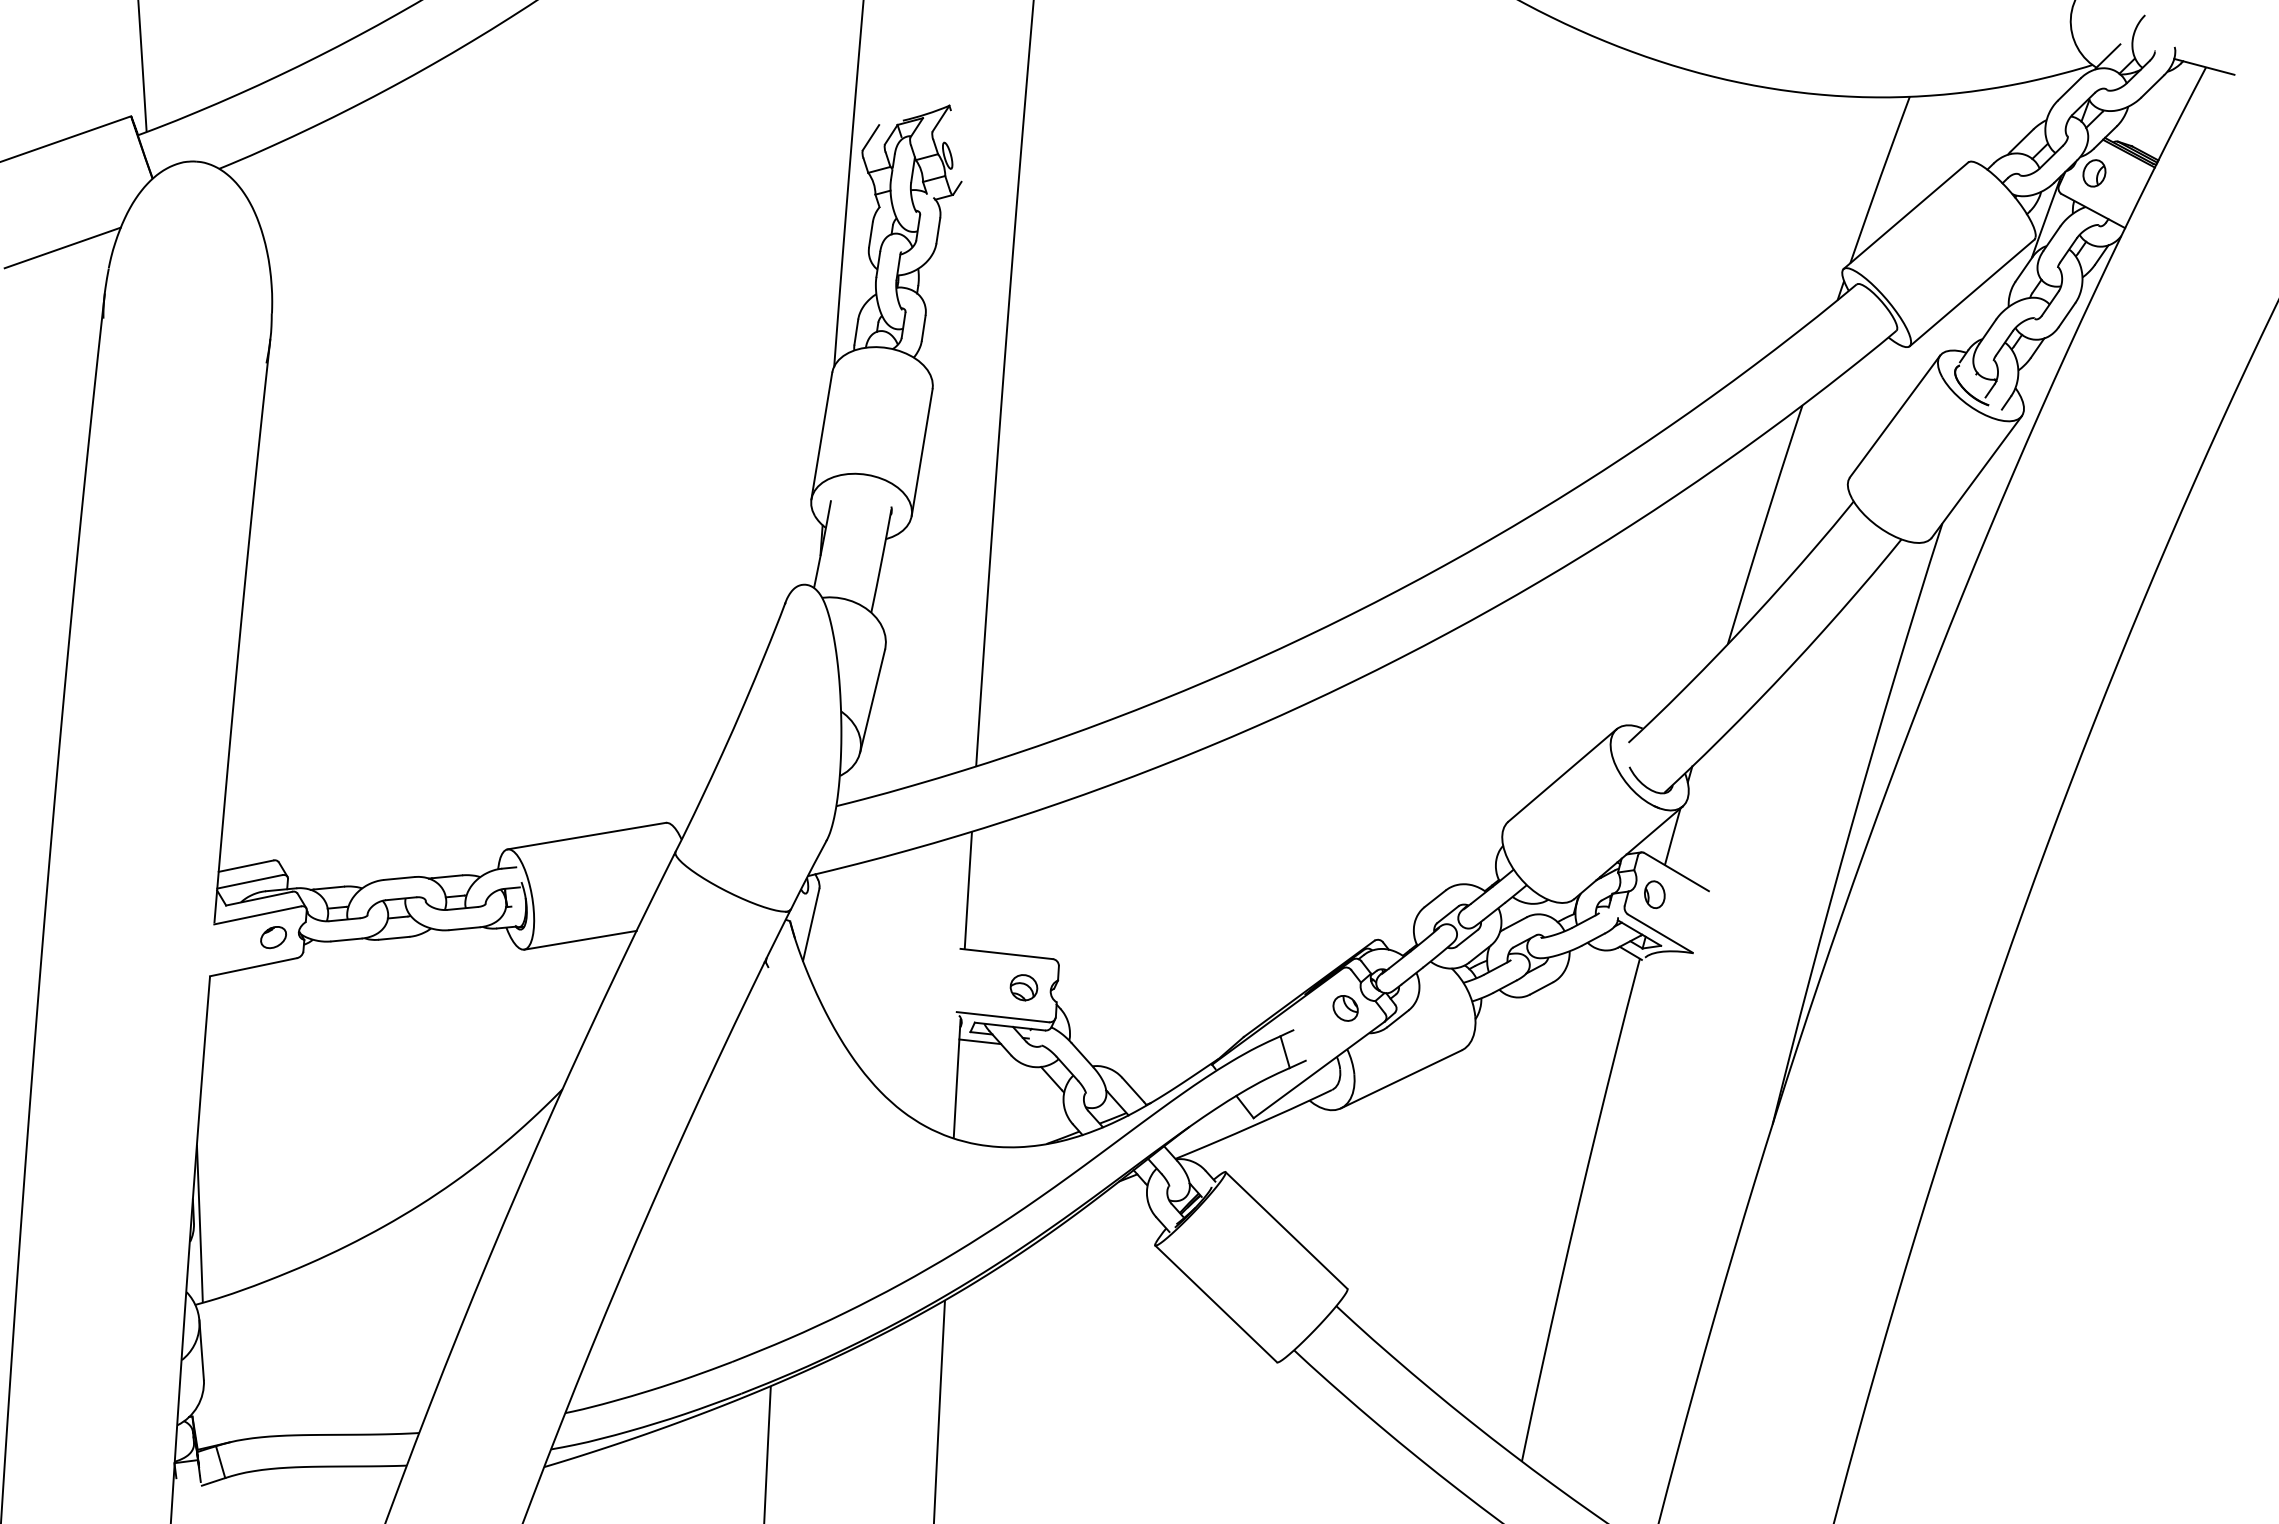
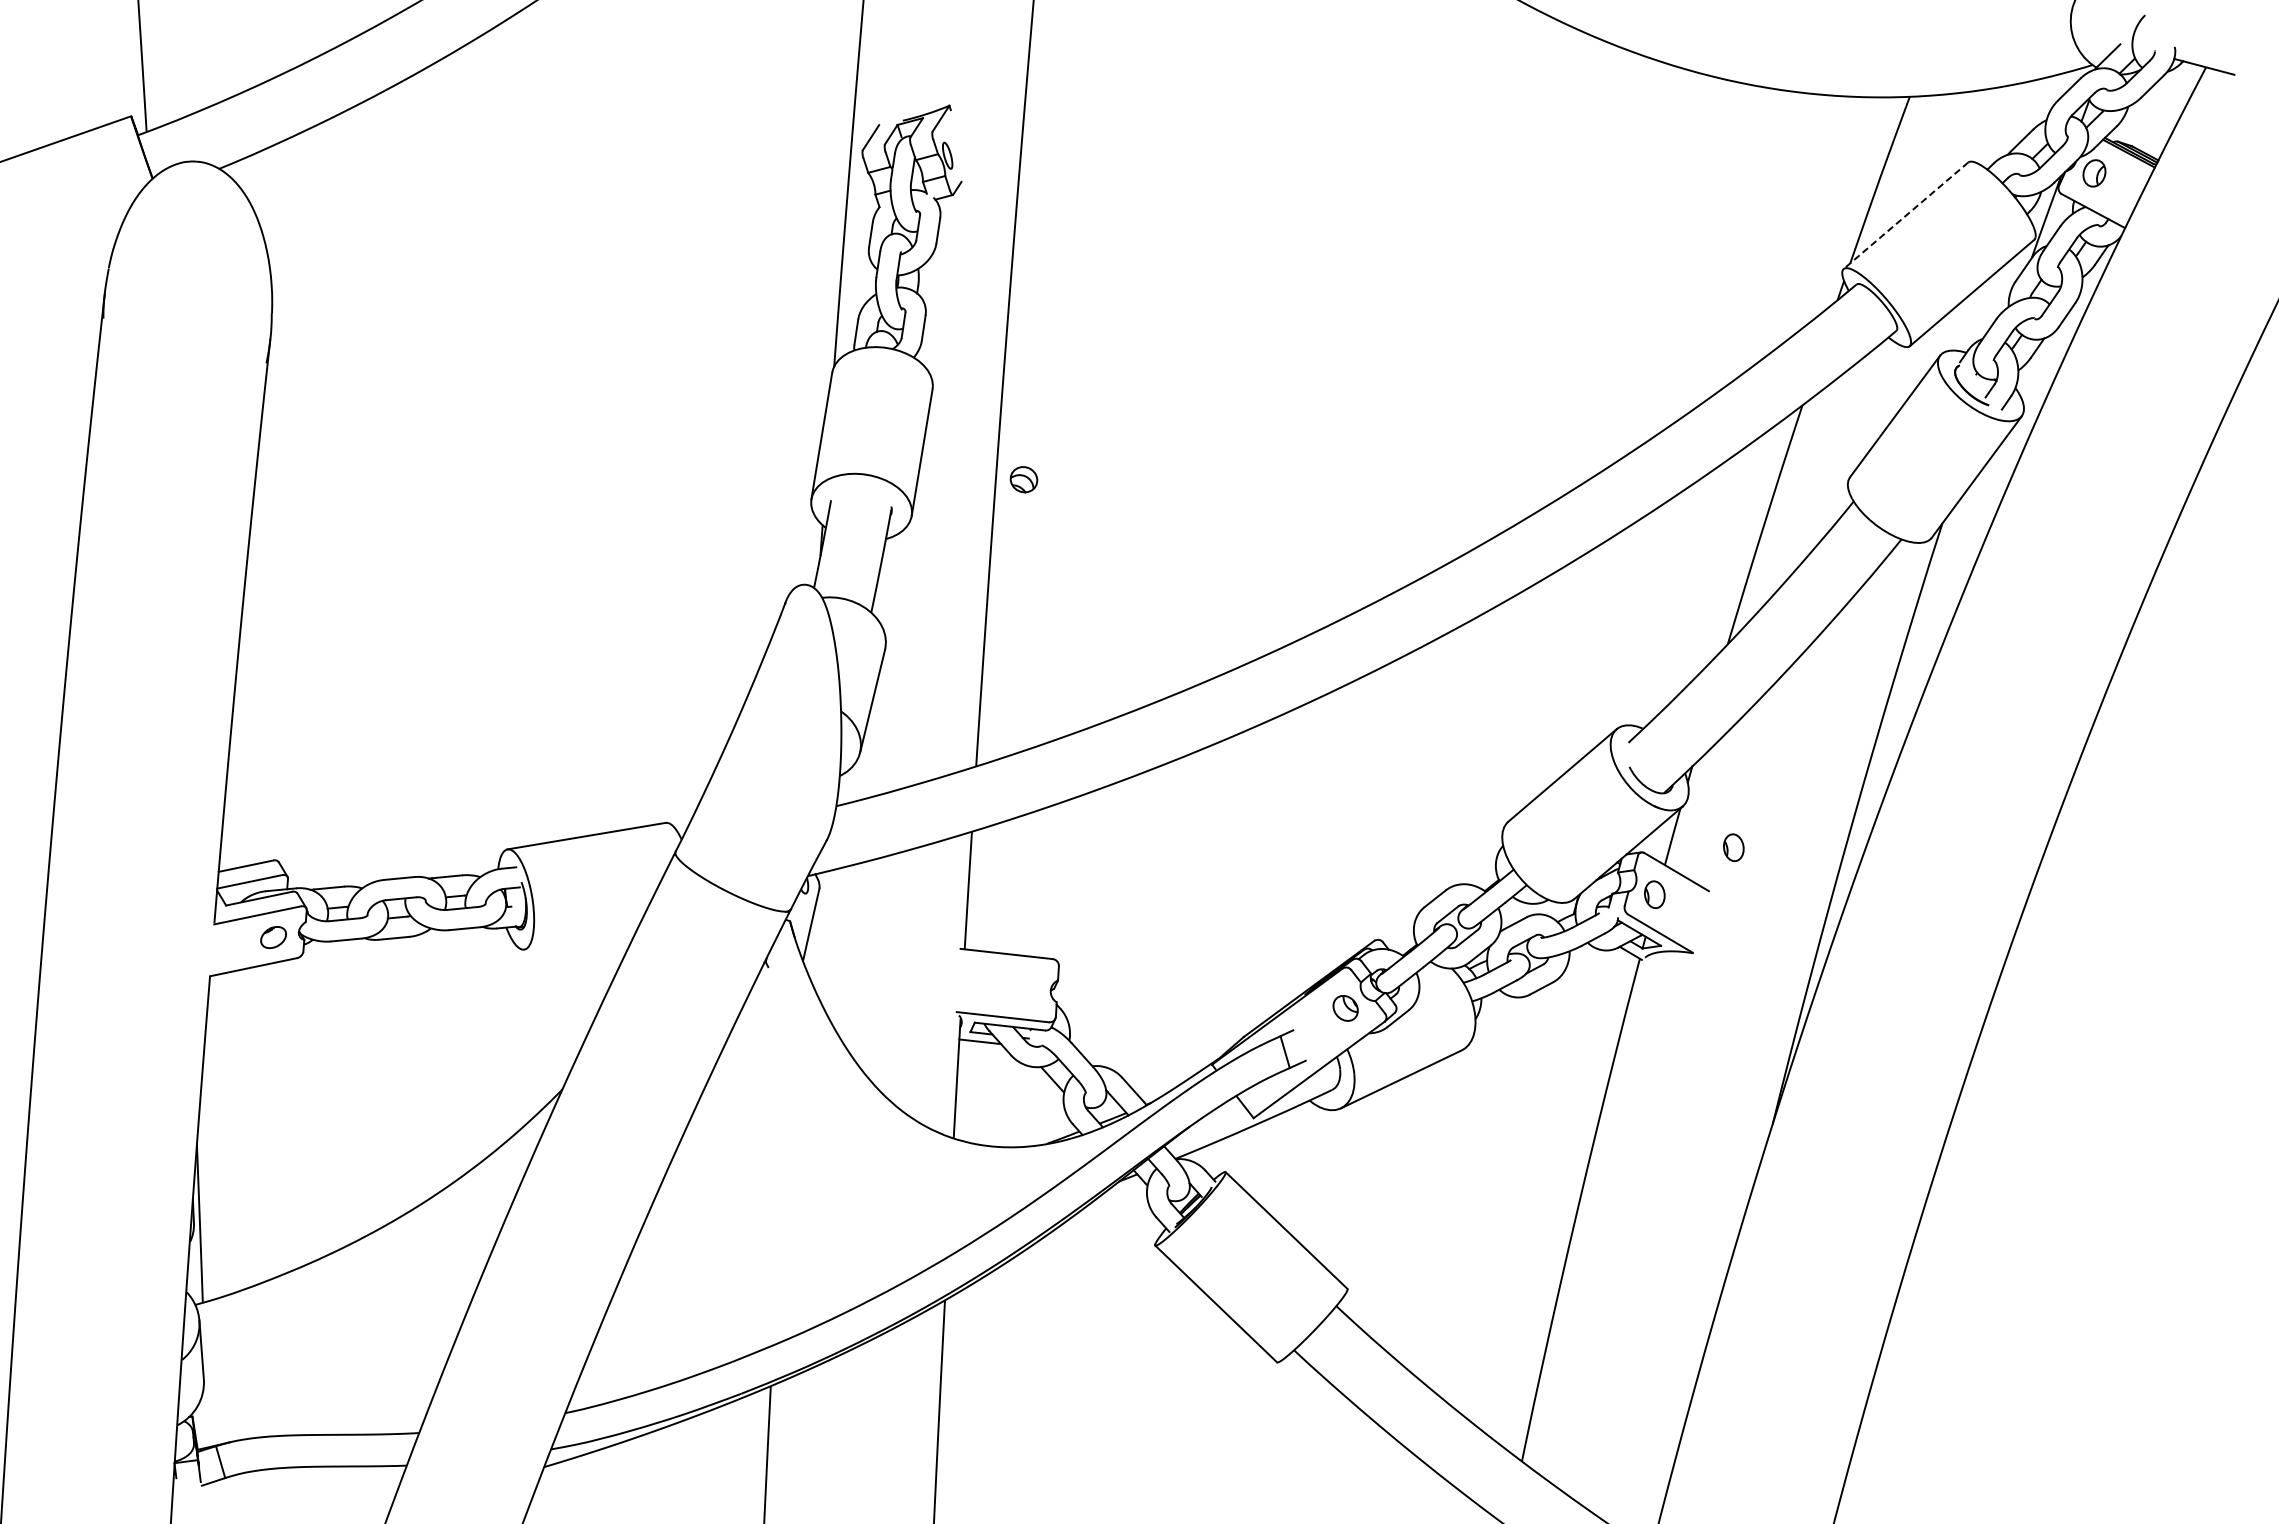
line at (1905, 216): solid -> dashed
line at (62, 247): present -> none
part at (1733, 847): none -> present
line at (580, 939): present -> none
part at (1023, 987) position: (1023, 987) -> (1023, 479)
